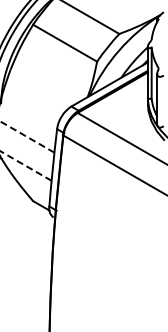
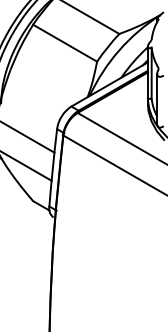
line at (27, 137): dashed -> solid
line at (25, 165): dashed -> solid
